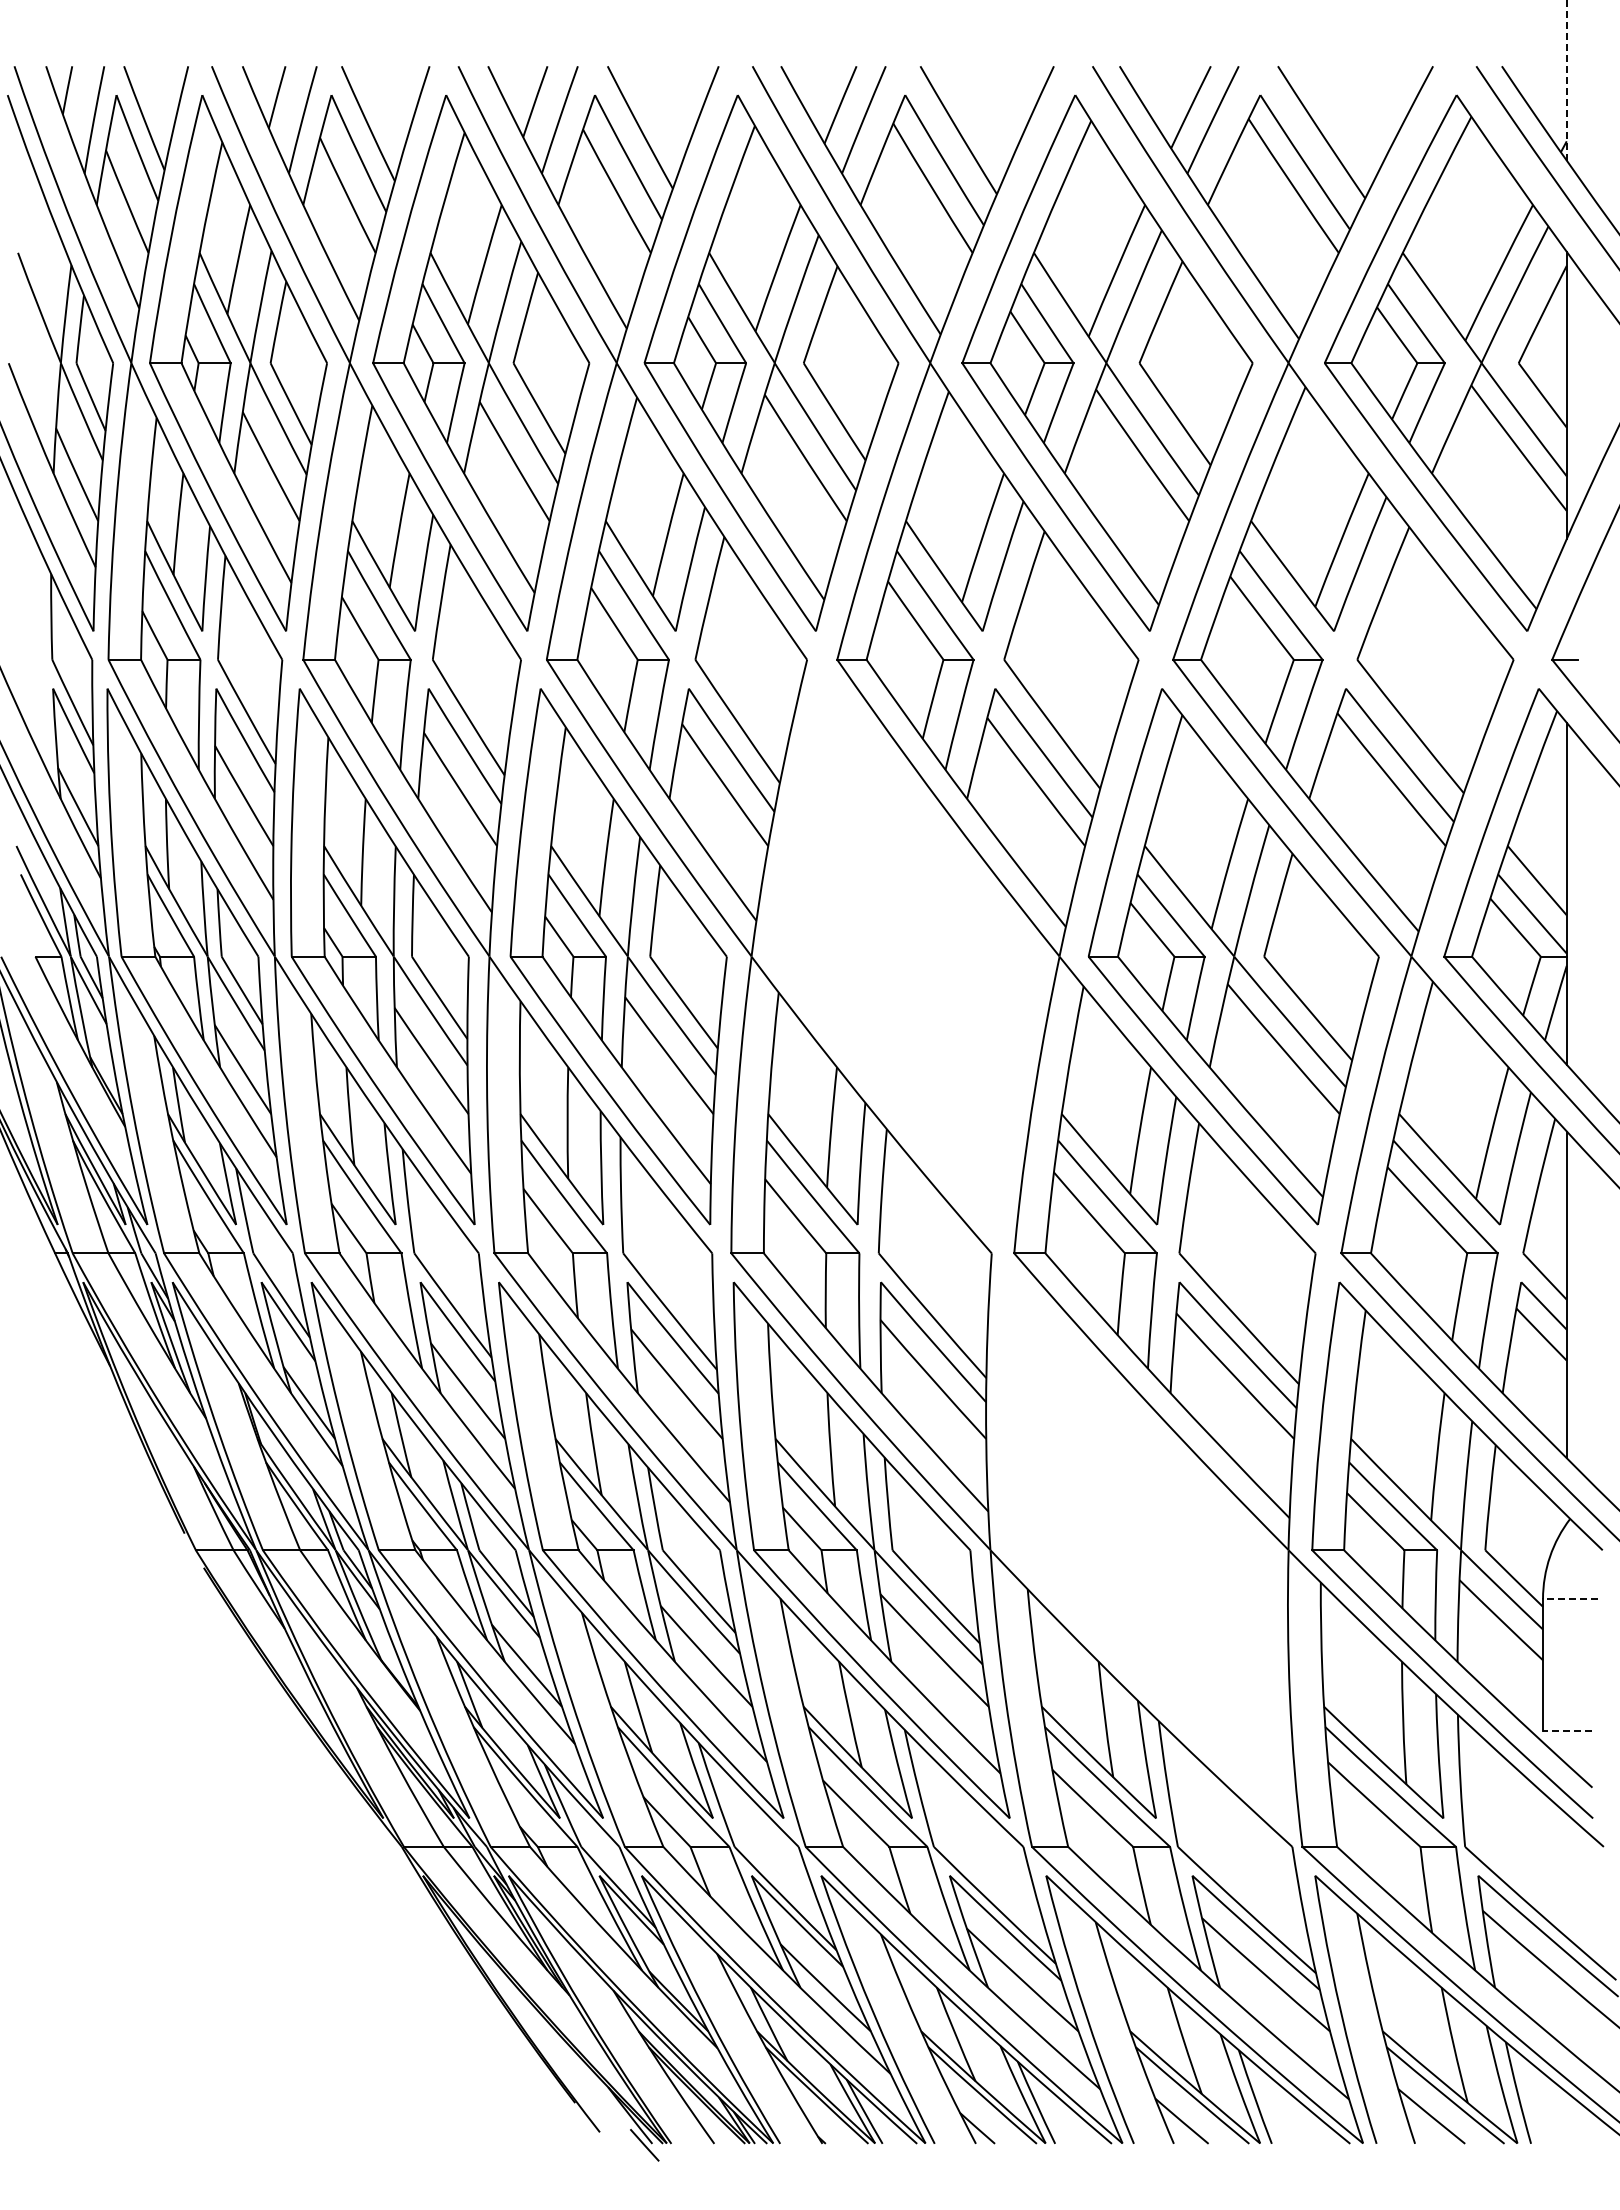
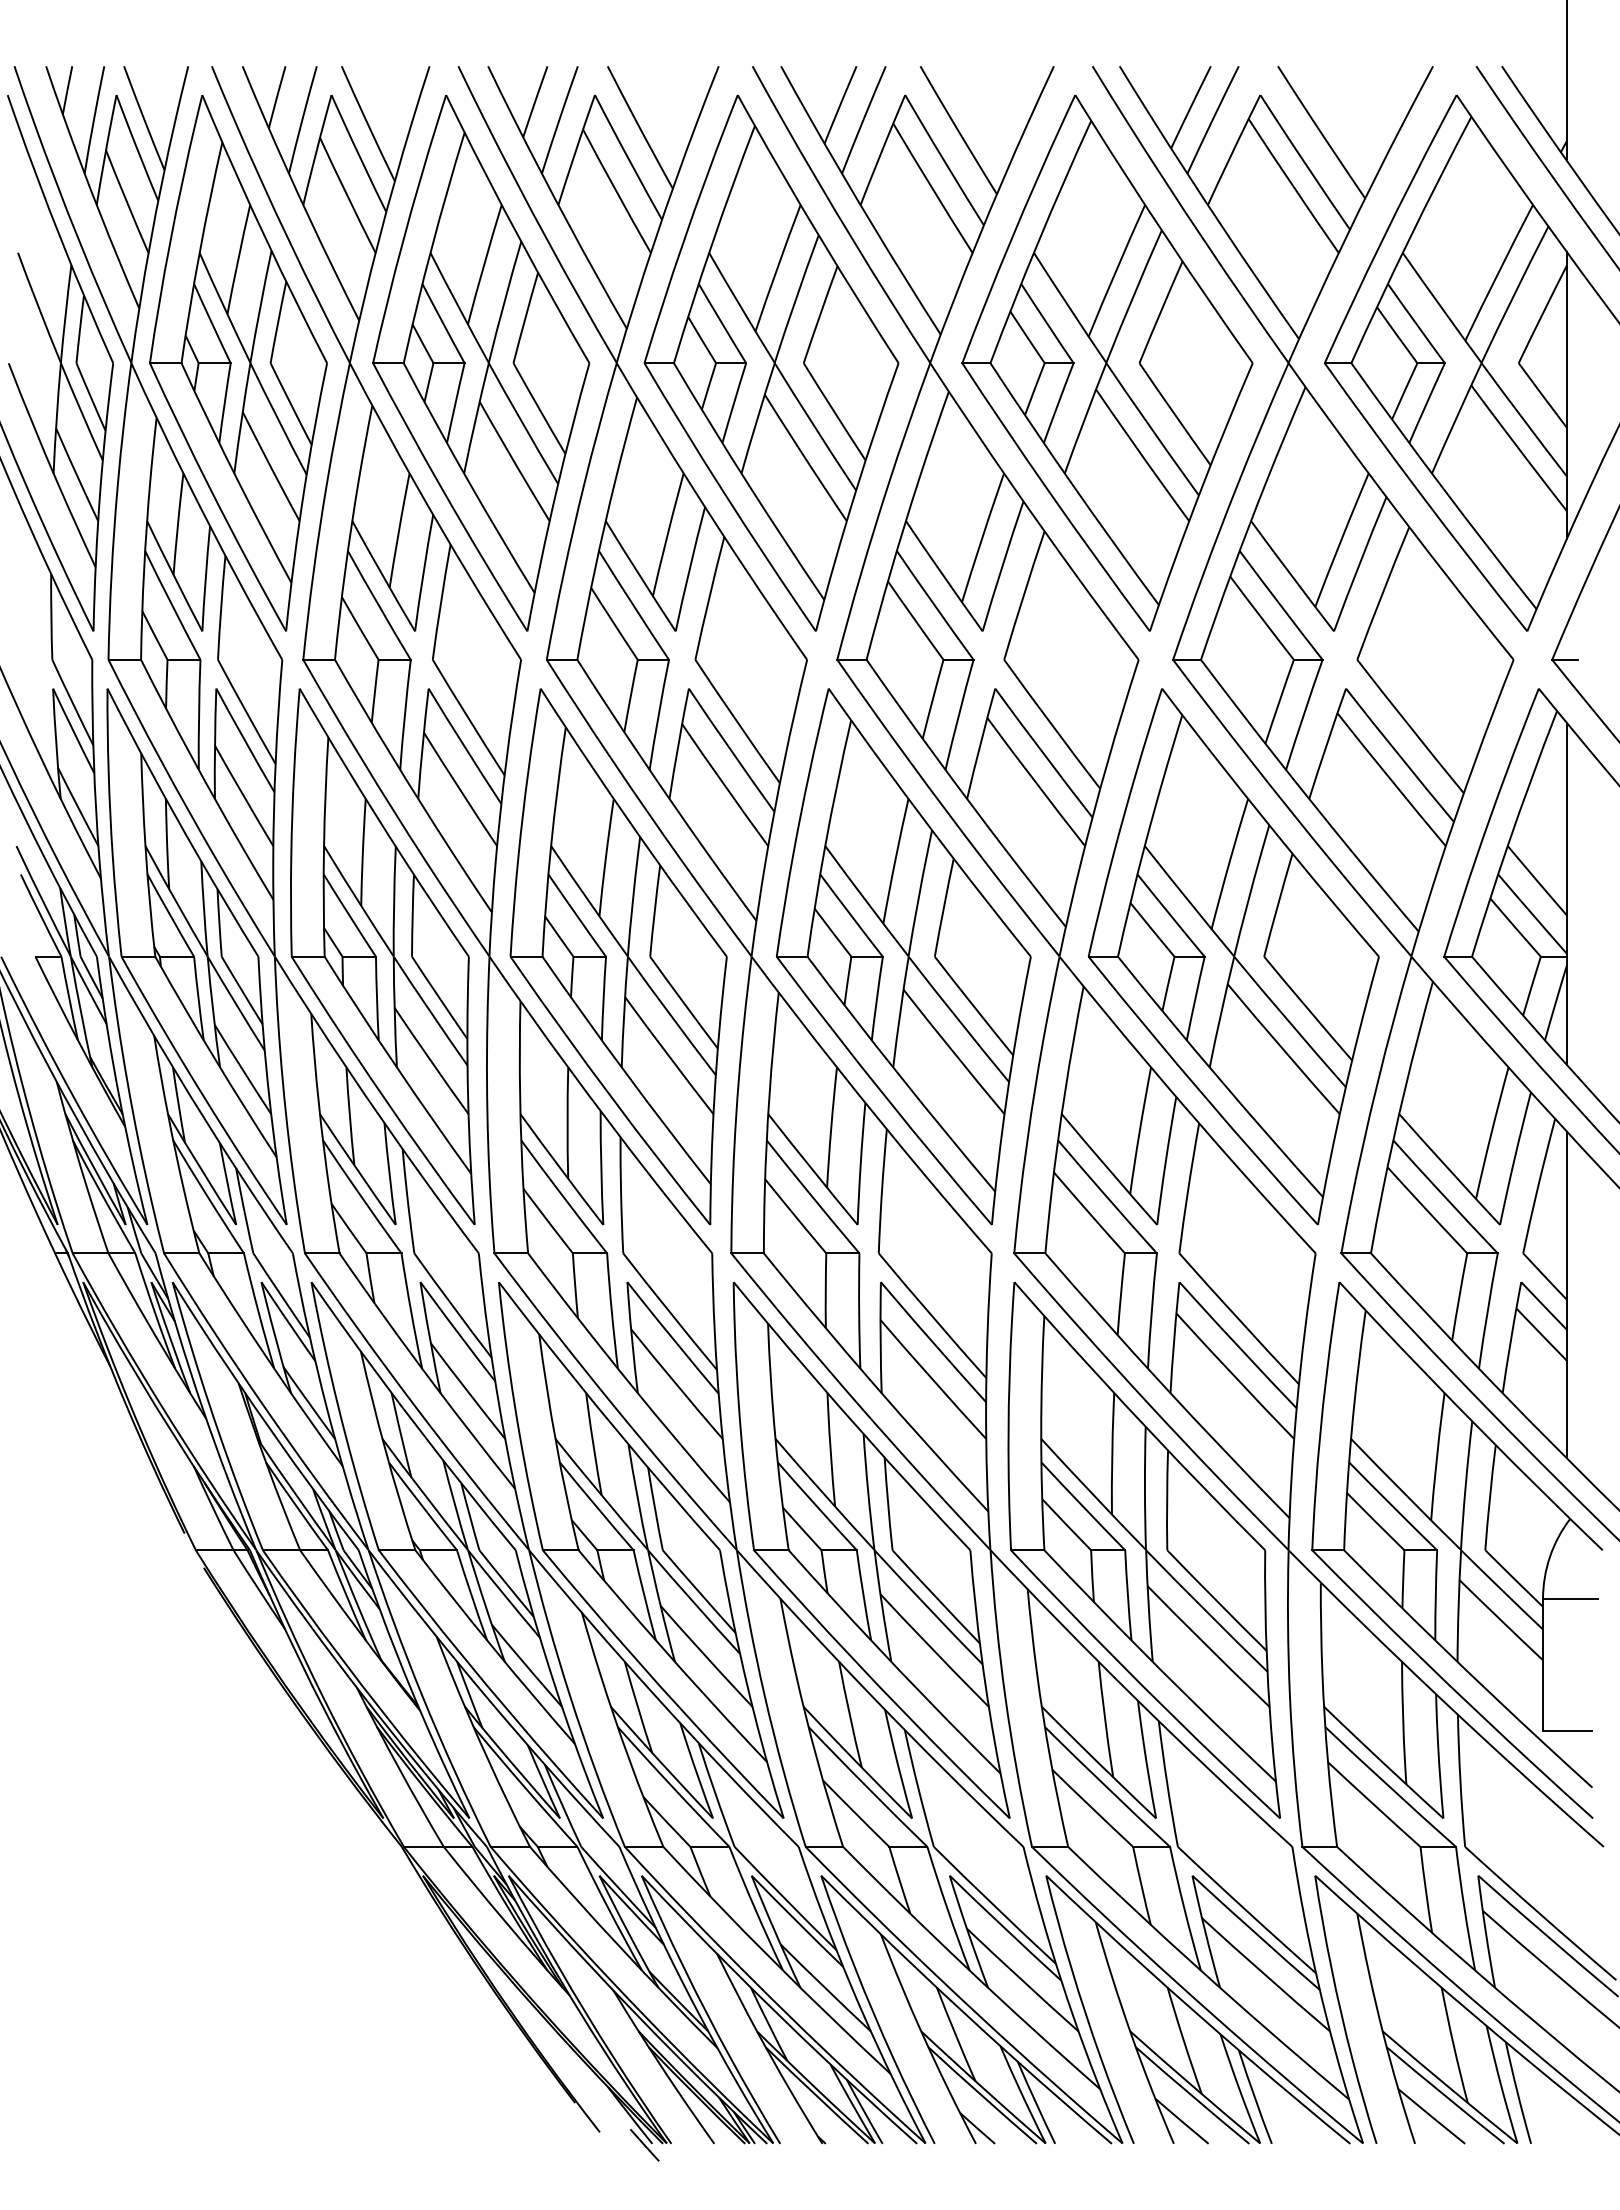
line at (1566, 79): dashed -> solid
part at (903, 956): none -> present
part at (1143, 1549): none -> present
line at (1570, 1599): dashed -> solid
line at (1567, 1731): dashed -> solid
